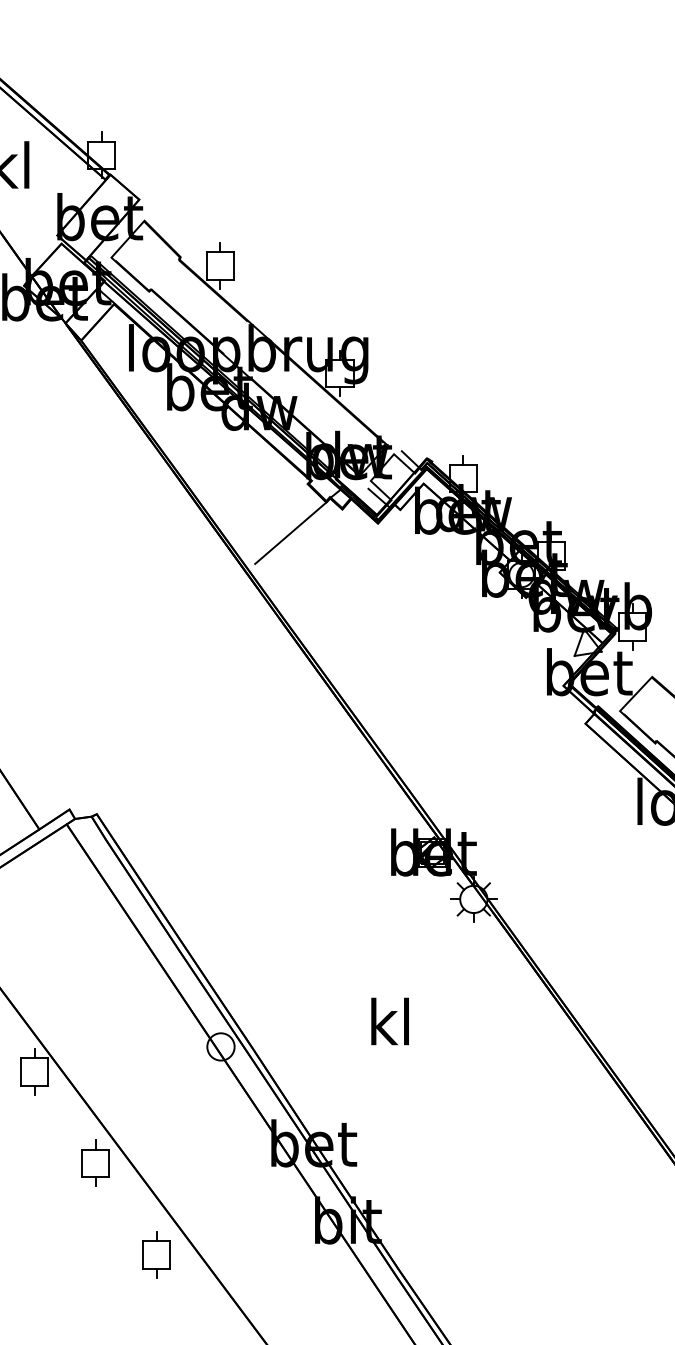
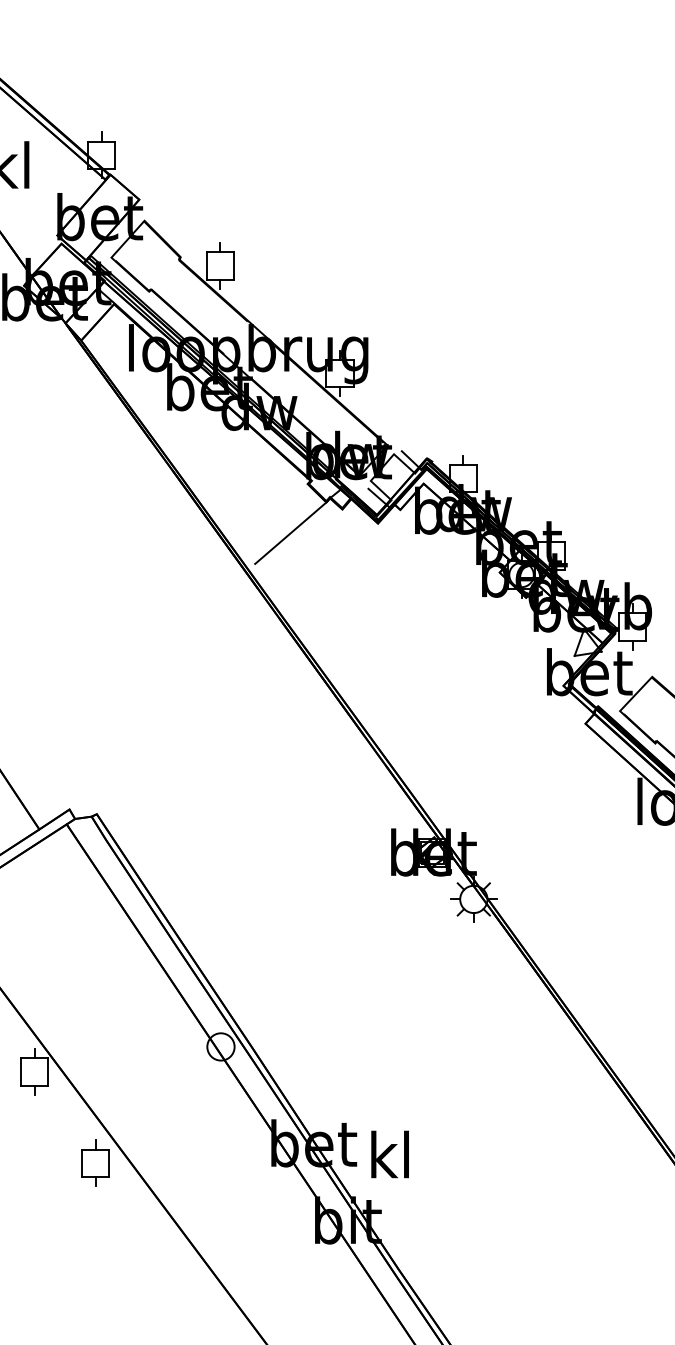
text at (389, 1021) position: (389, 1021) -> (389, 1154)
part at (156, 1254): present -> none
